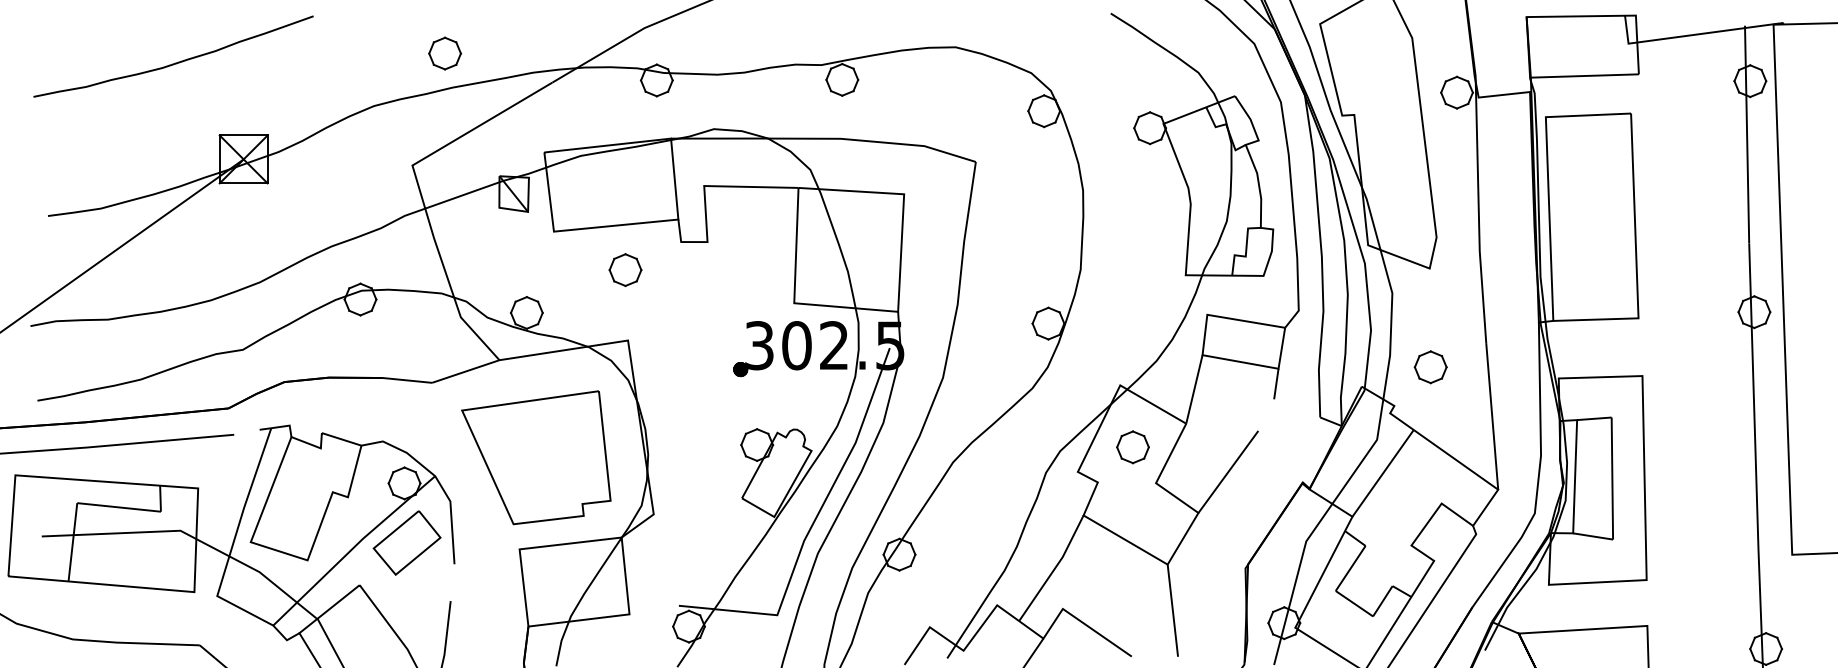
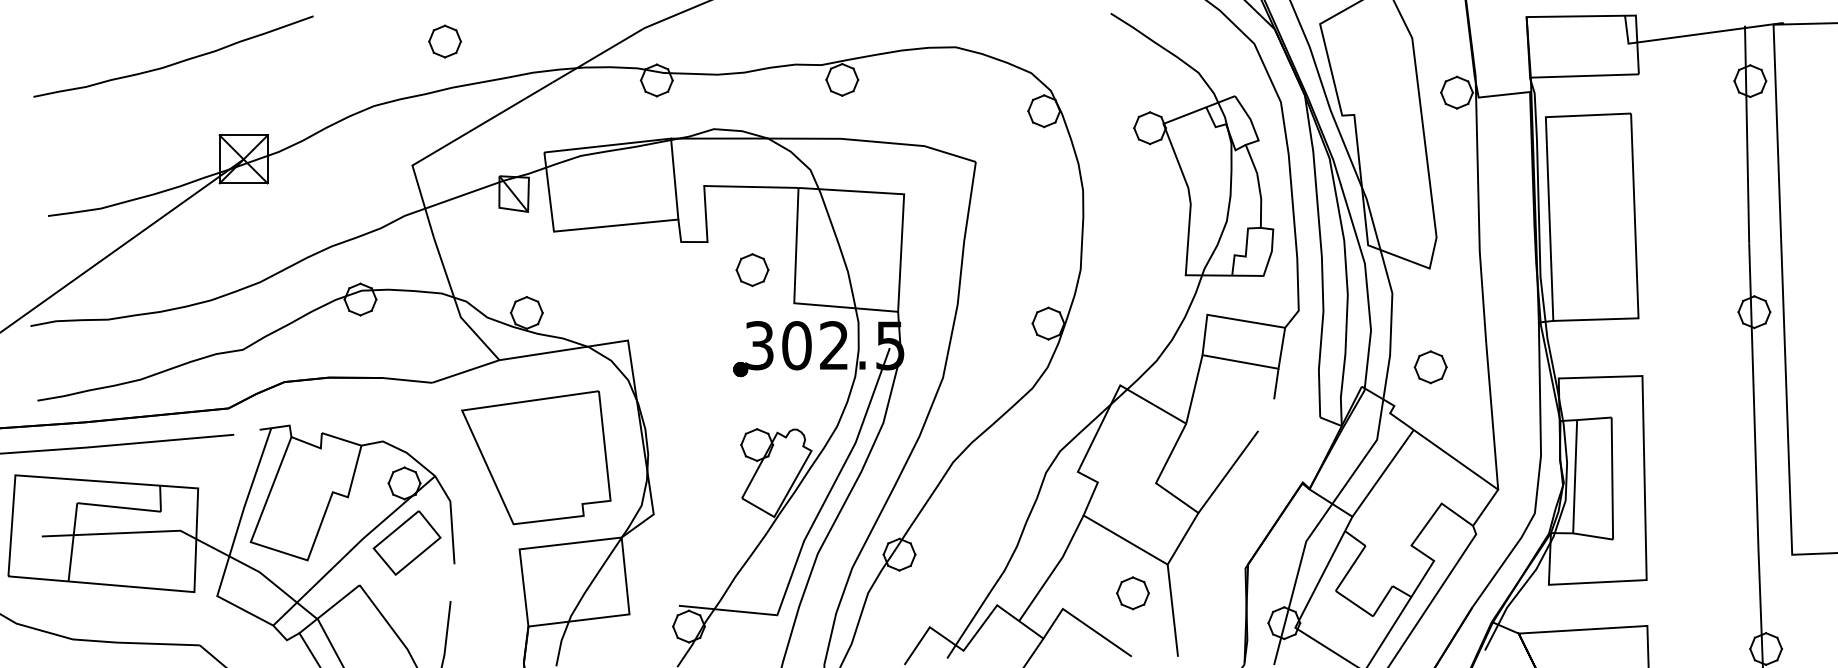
part at (444, 53) position: (444, 53) -> (444, 41)
part at (625, 269) position: (625, 269) -> (752, 269)
part at (1132, 447) position: (1132, 447) -> (1132, 593)
